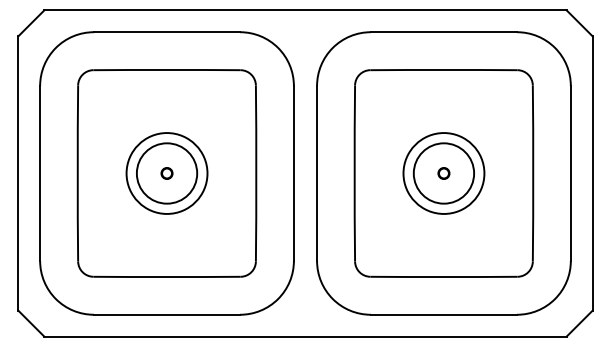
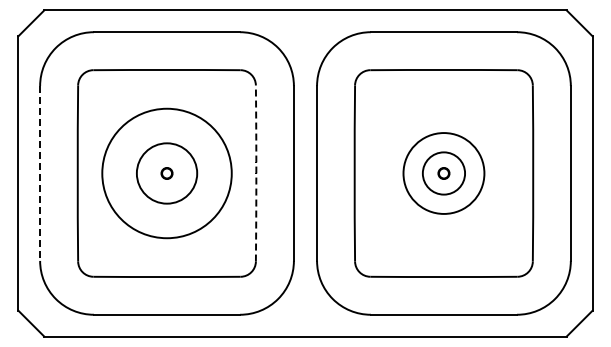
line at (40, 173): solid -> dashed
circle at (166, 173) diameter: 81 px -> 129 px
arc at (256, 173): solid -> dashed
circle at (443, 173) diameter: 60 px -> 42 px
